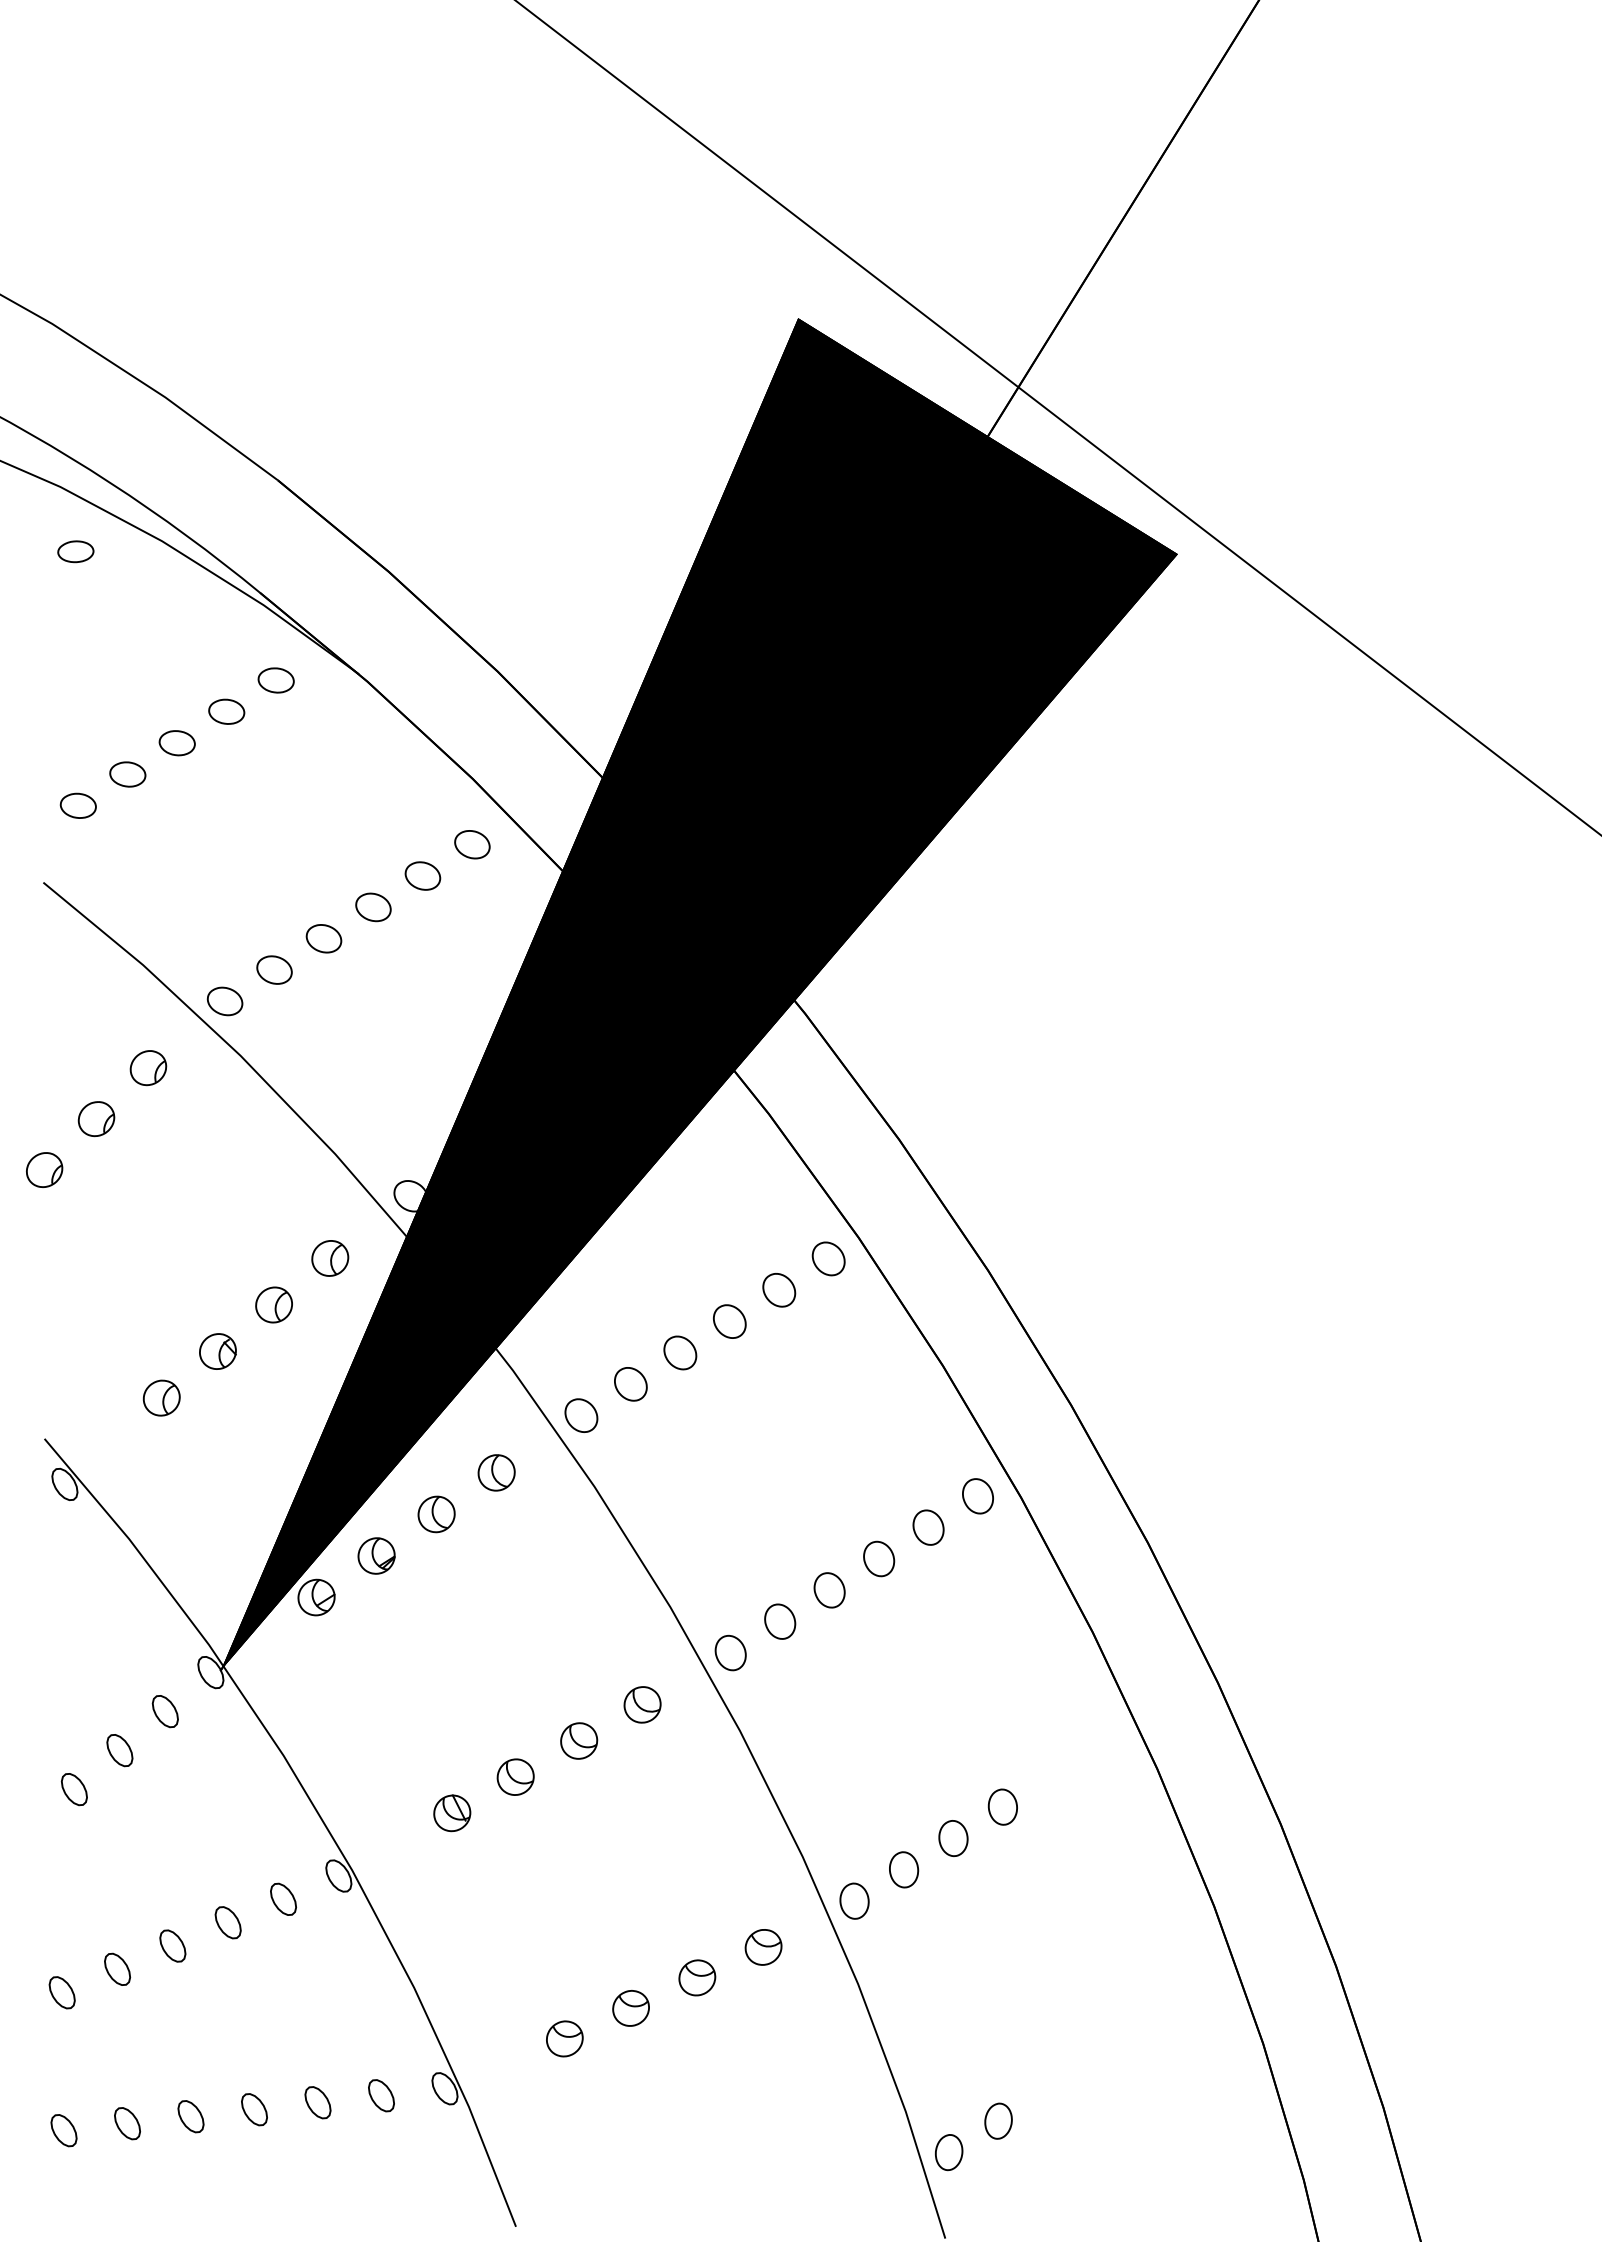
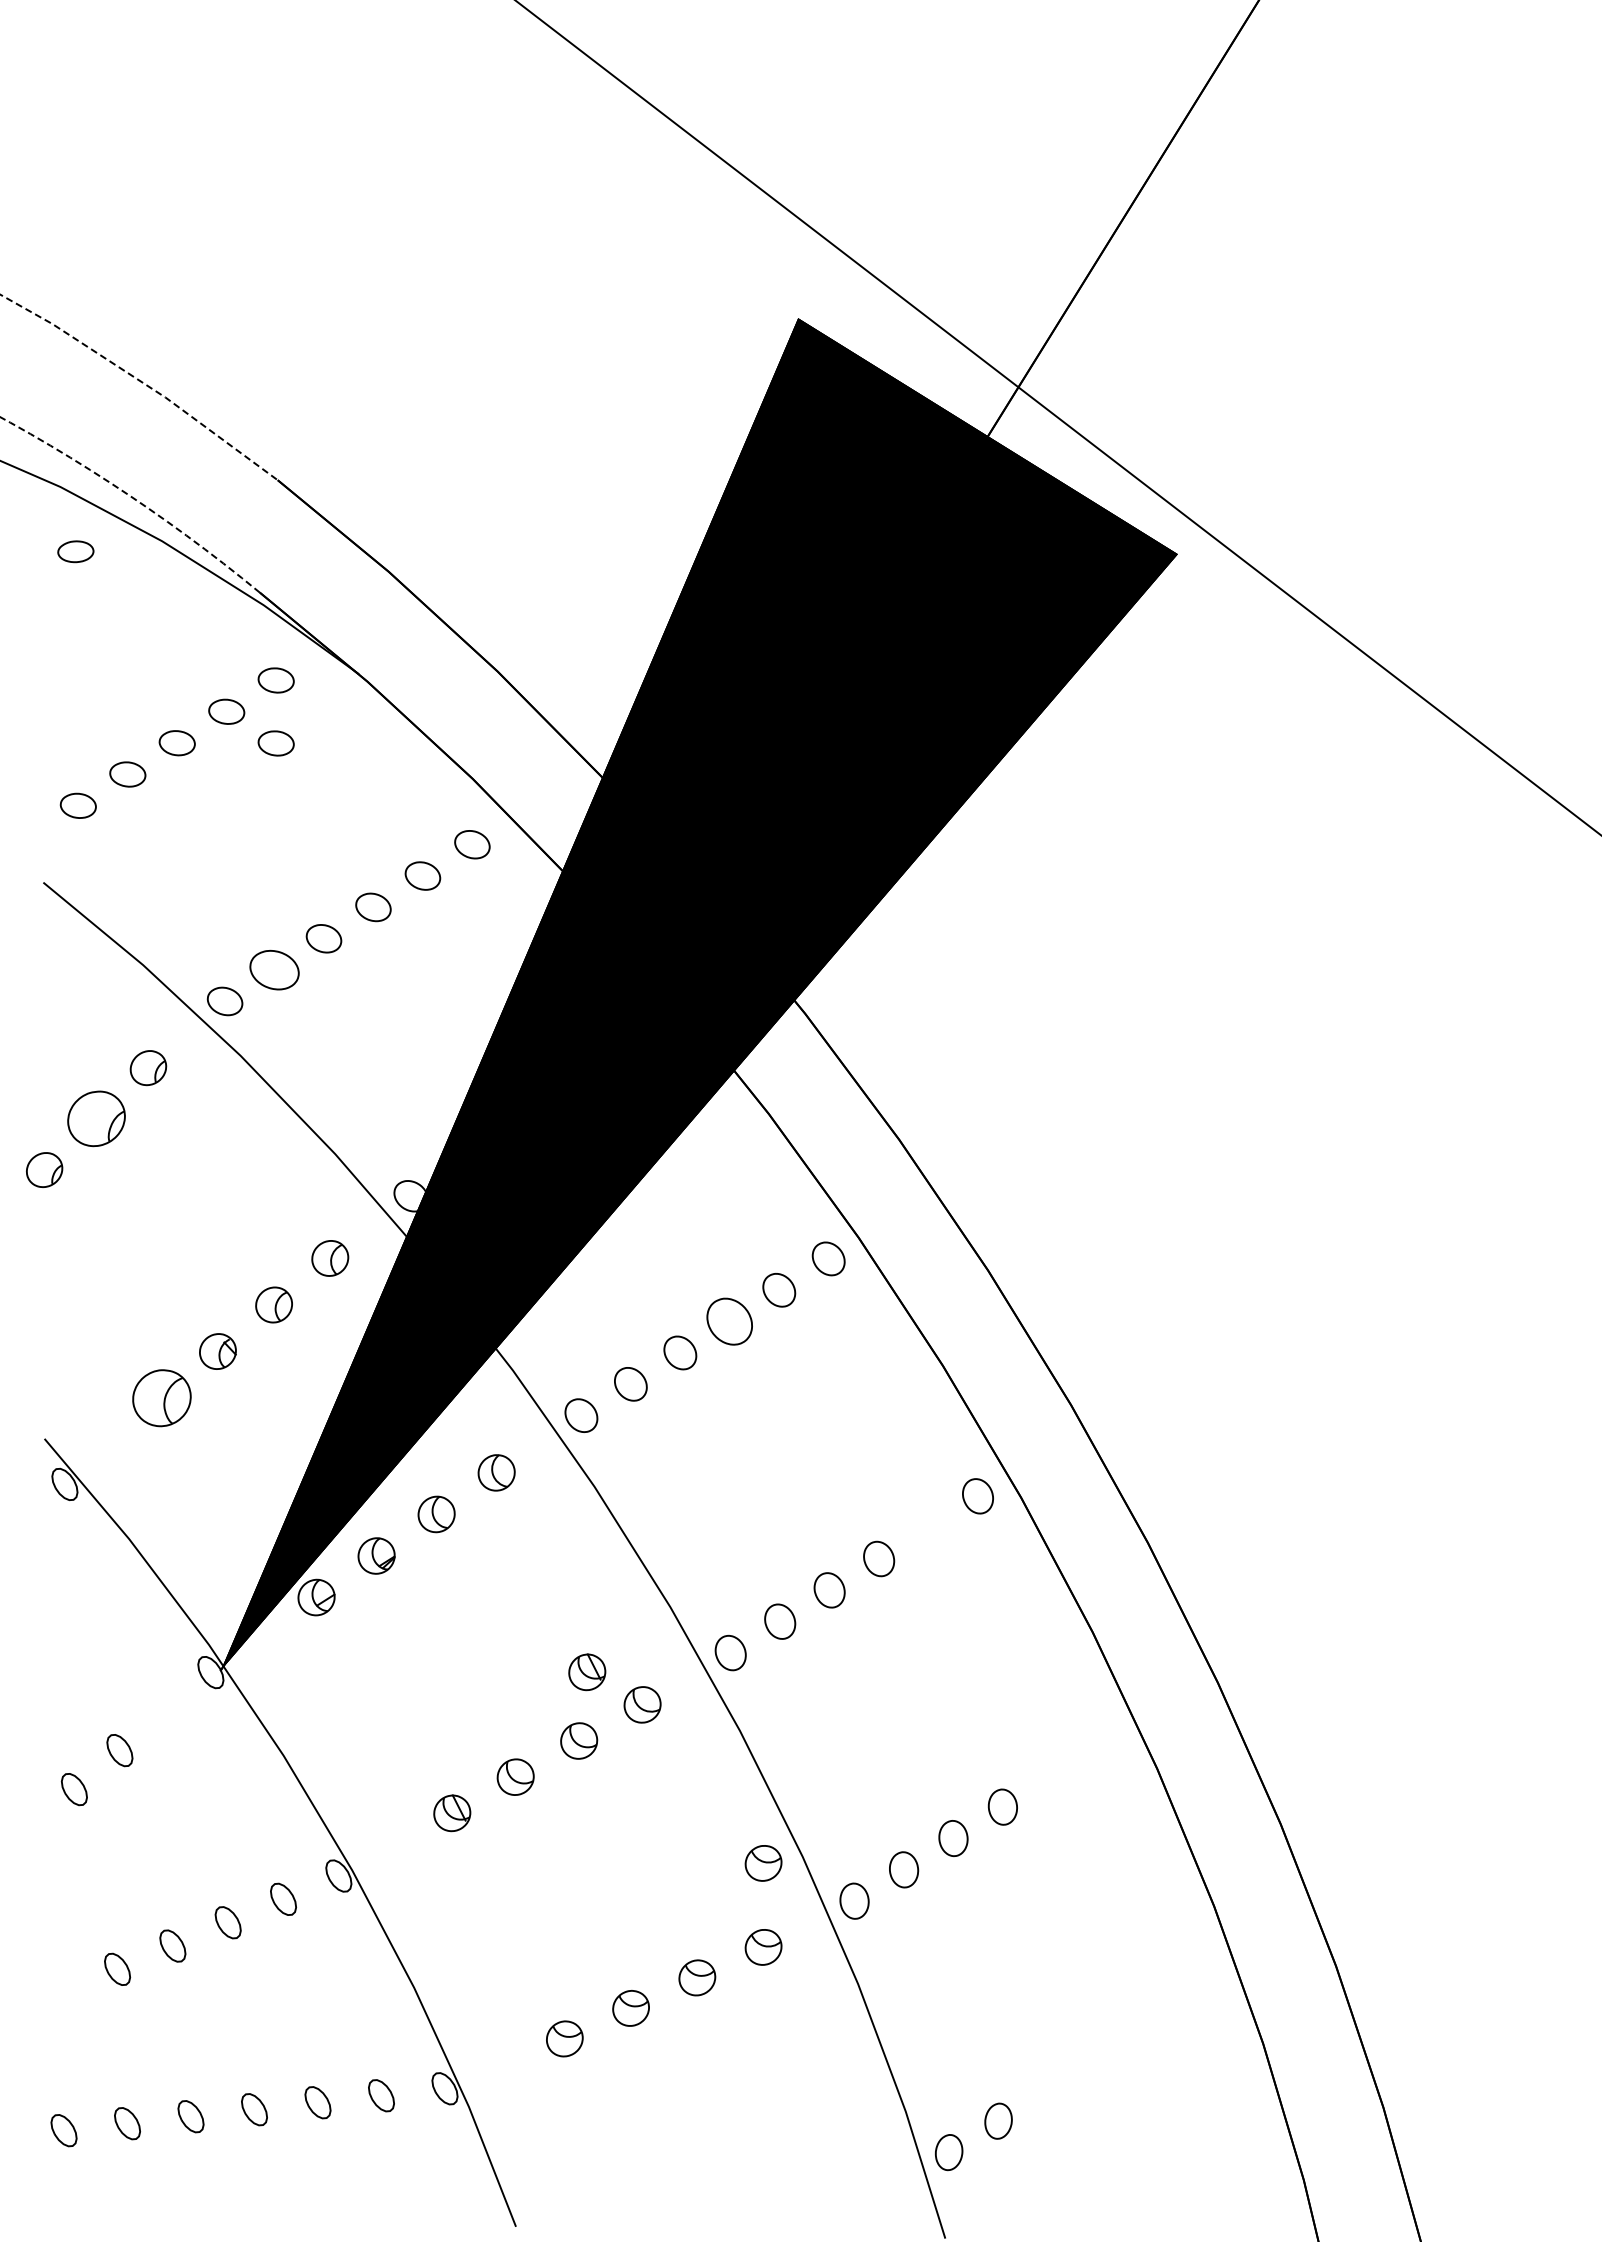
line at (142, 382): solid -> dashed
arc at (133, 498): solid -> dashed
part at (275, 743): none -> present
part at (274, 969) size: 37x30 px -> 51x42 px
part at (96, 1119) size: 39x37 px -> 59x58 px
part at (729, 1321) size: 34x35 px -> 47x49 px
part at (161, 1397) size: 39x38 px -> 60x59 px
part at (928, 1527): present -> none
part at (587, 1672): none -> present
part at (164, 1711): present -> none
part at (763, 1863): none -> present
part at (61, 1992): present -> none
